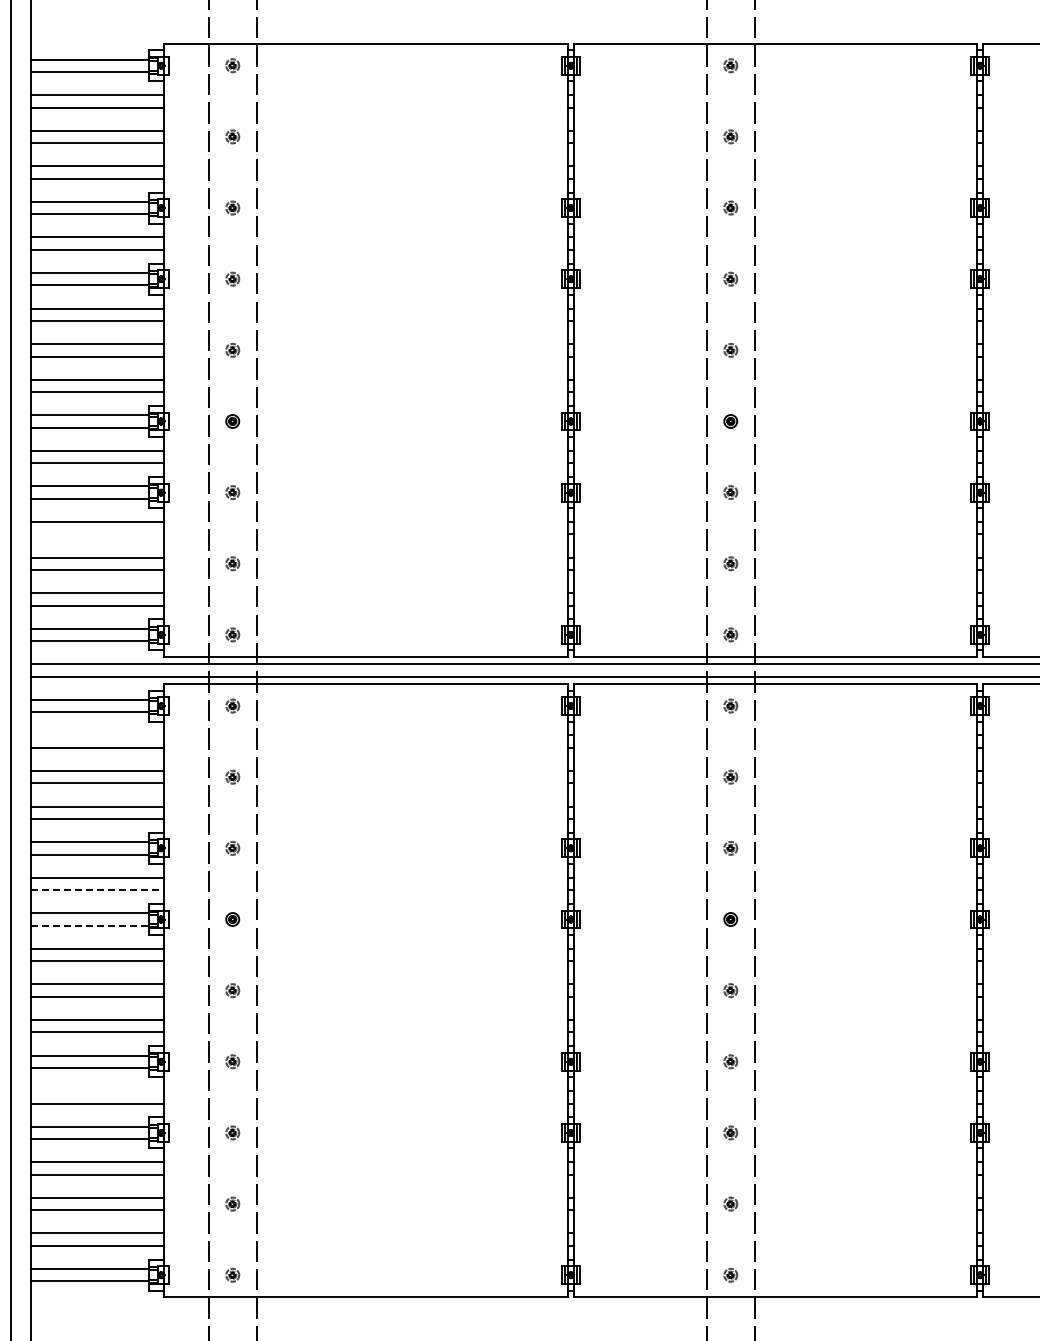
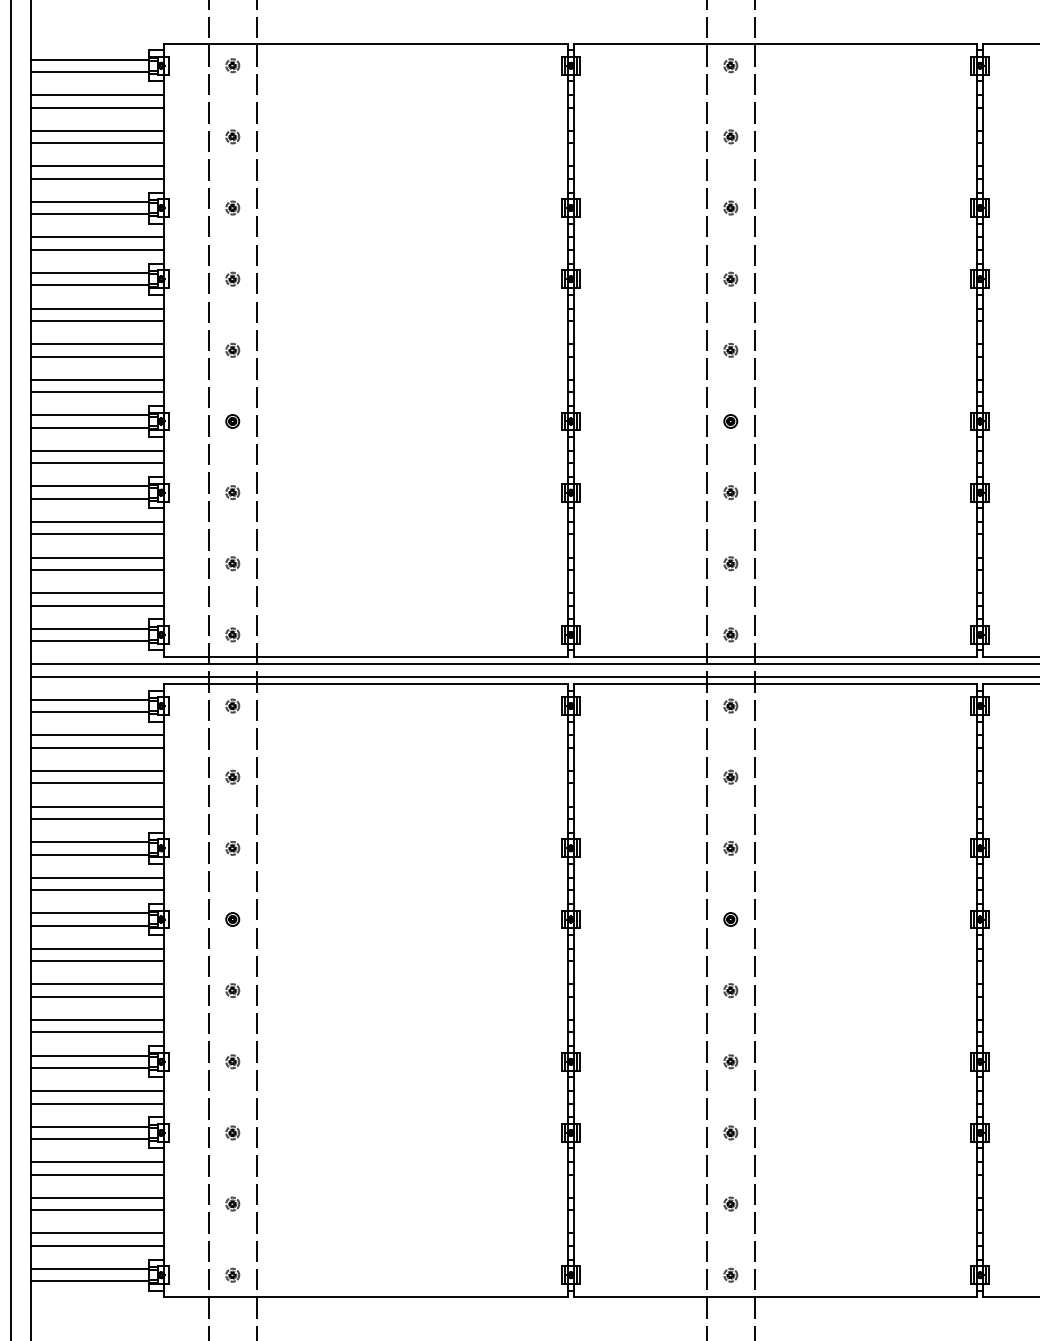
line at (97, 534): none -> present
line at (97, 735): none -> present
line at (97, 890): dashed -> solid
line at (90, 925): dashed -> solid
line at (97, 1091): none -> present
